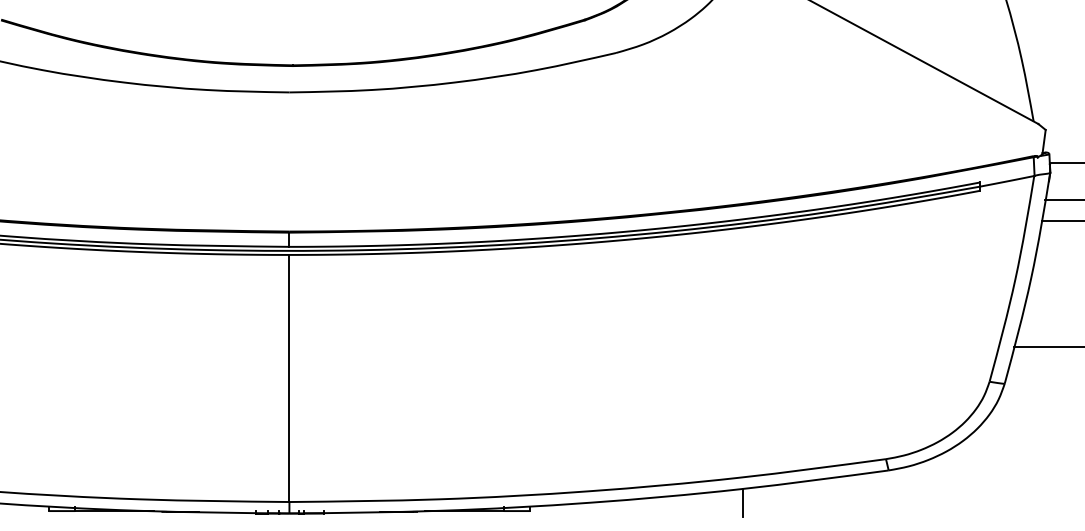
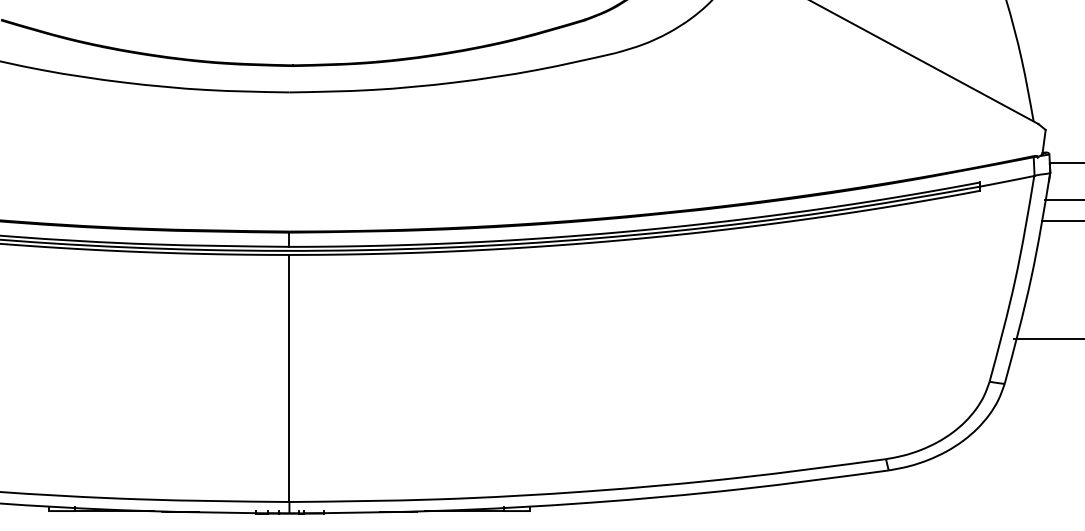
line at (1047, 346) position: (1047, 346) -> (1047, 338)
line at (742, 502): present -> none
